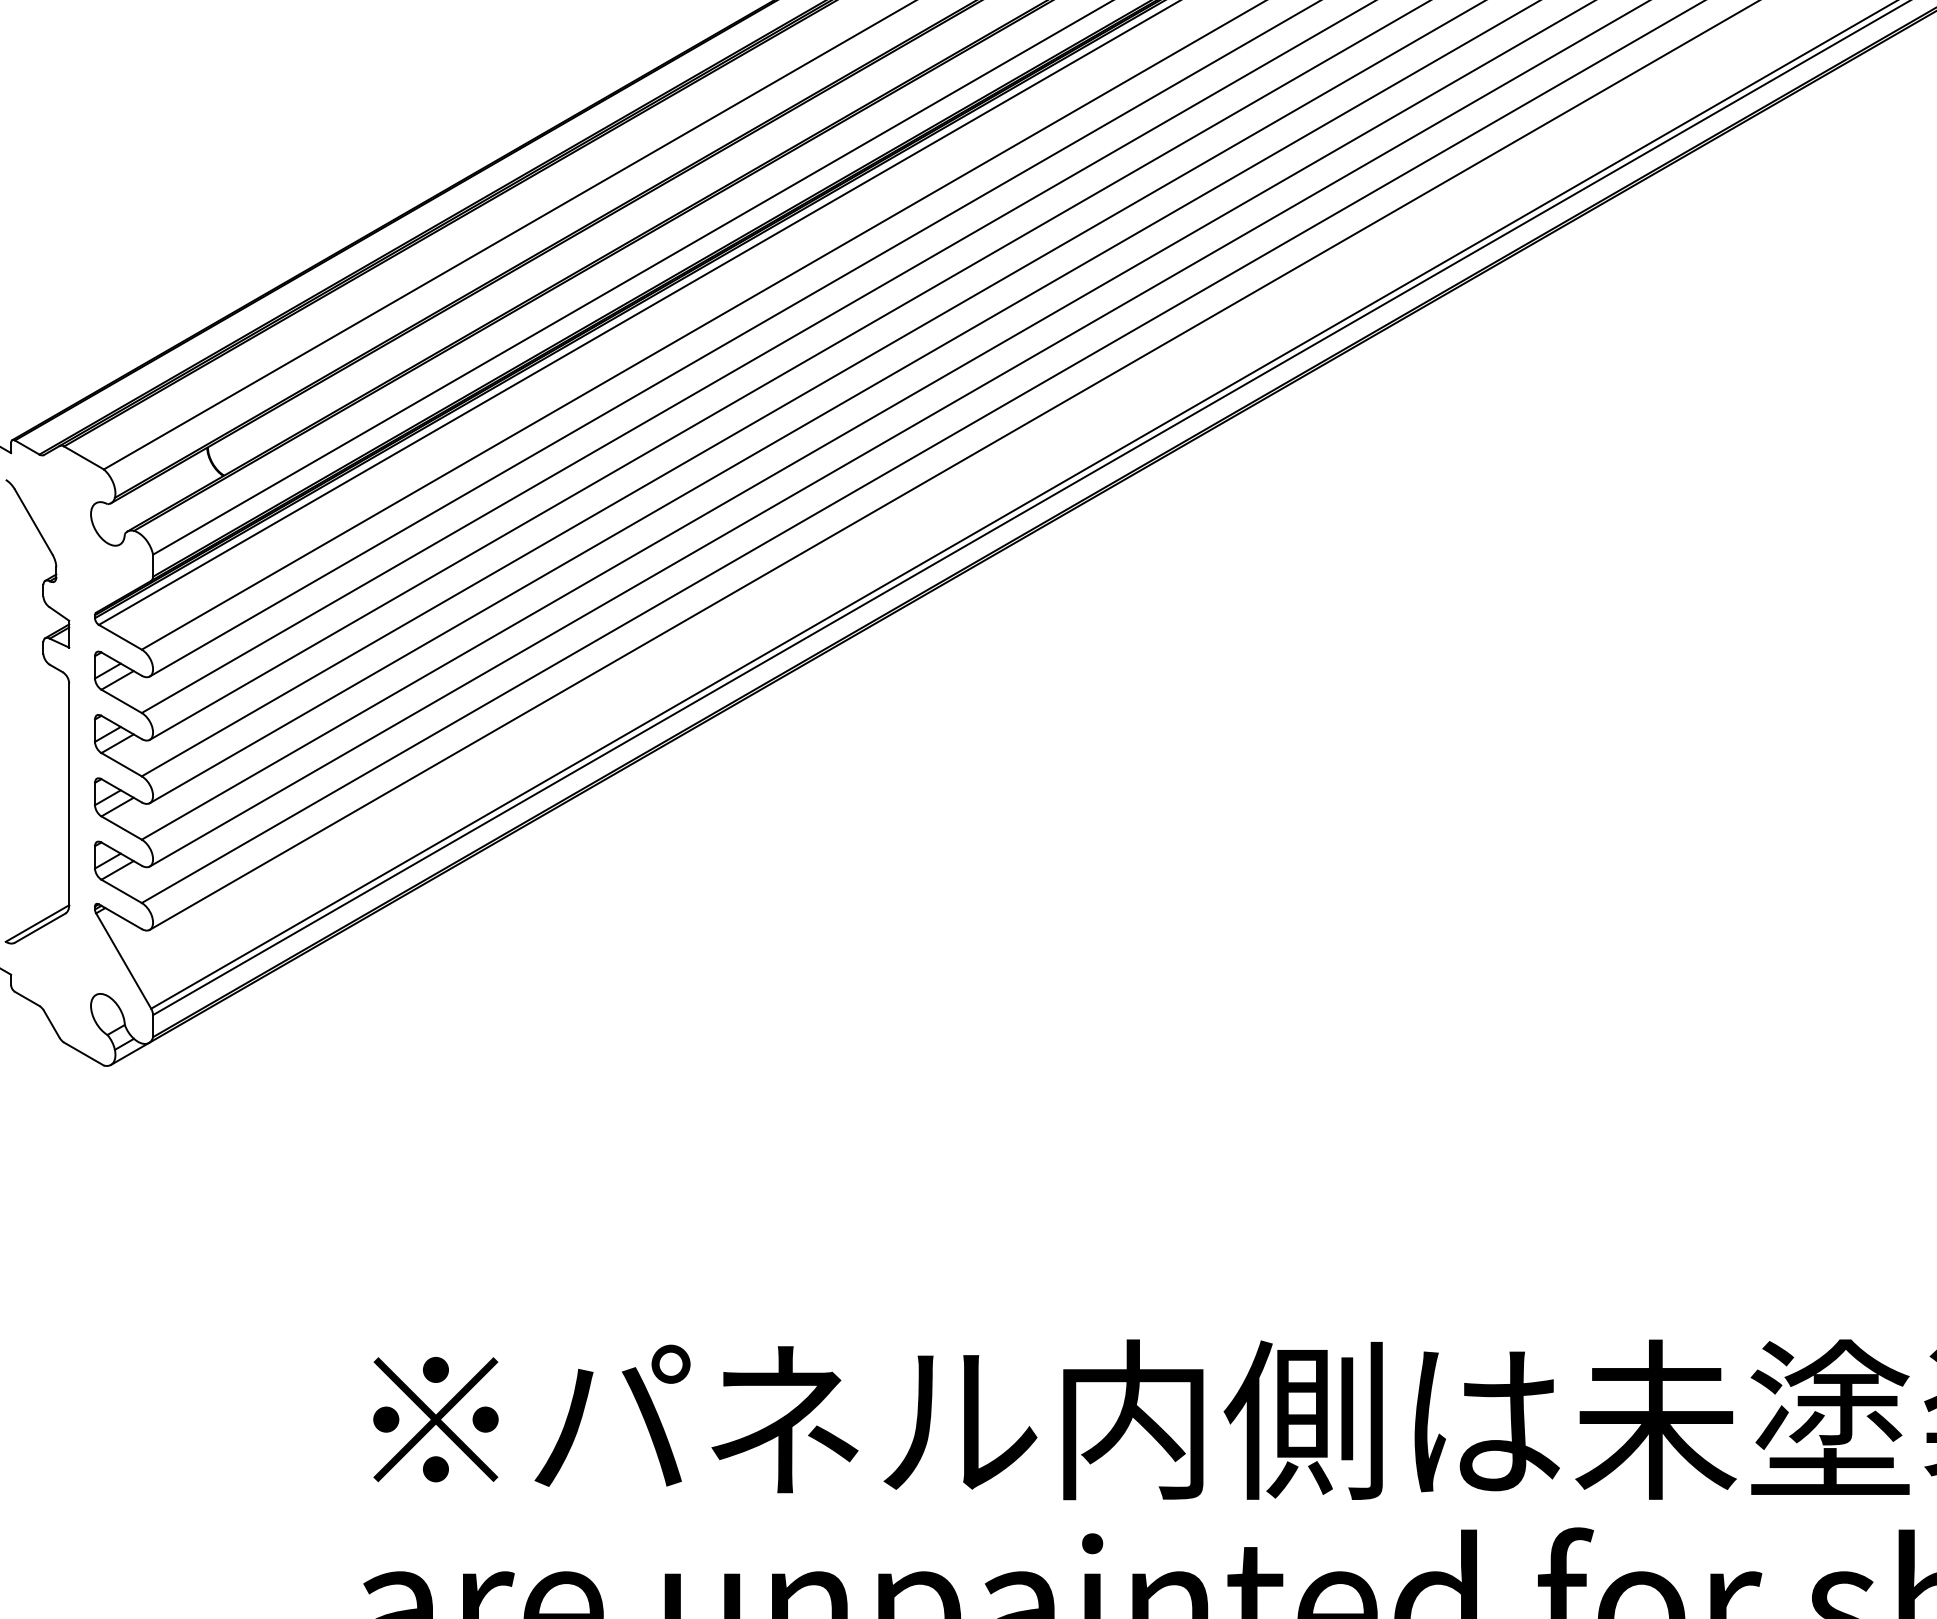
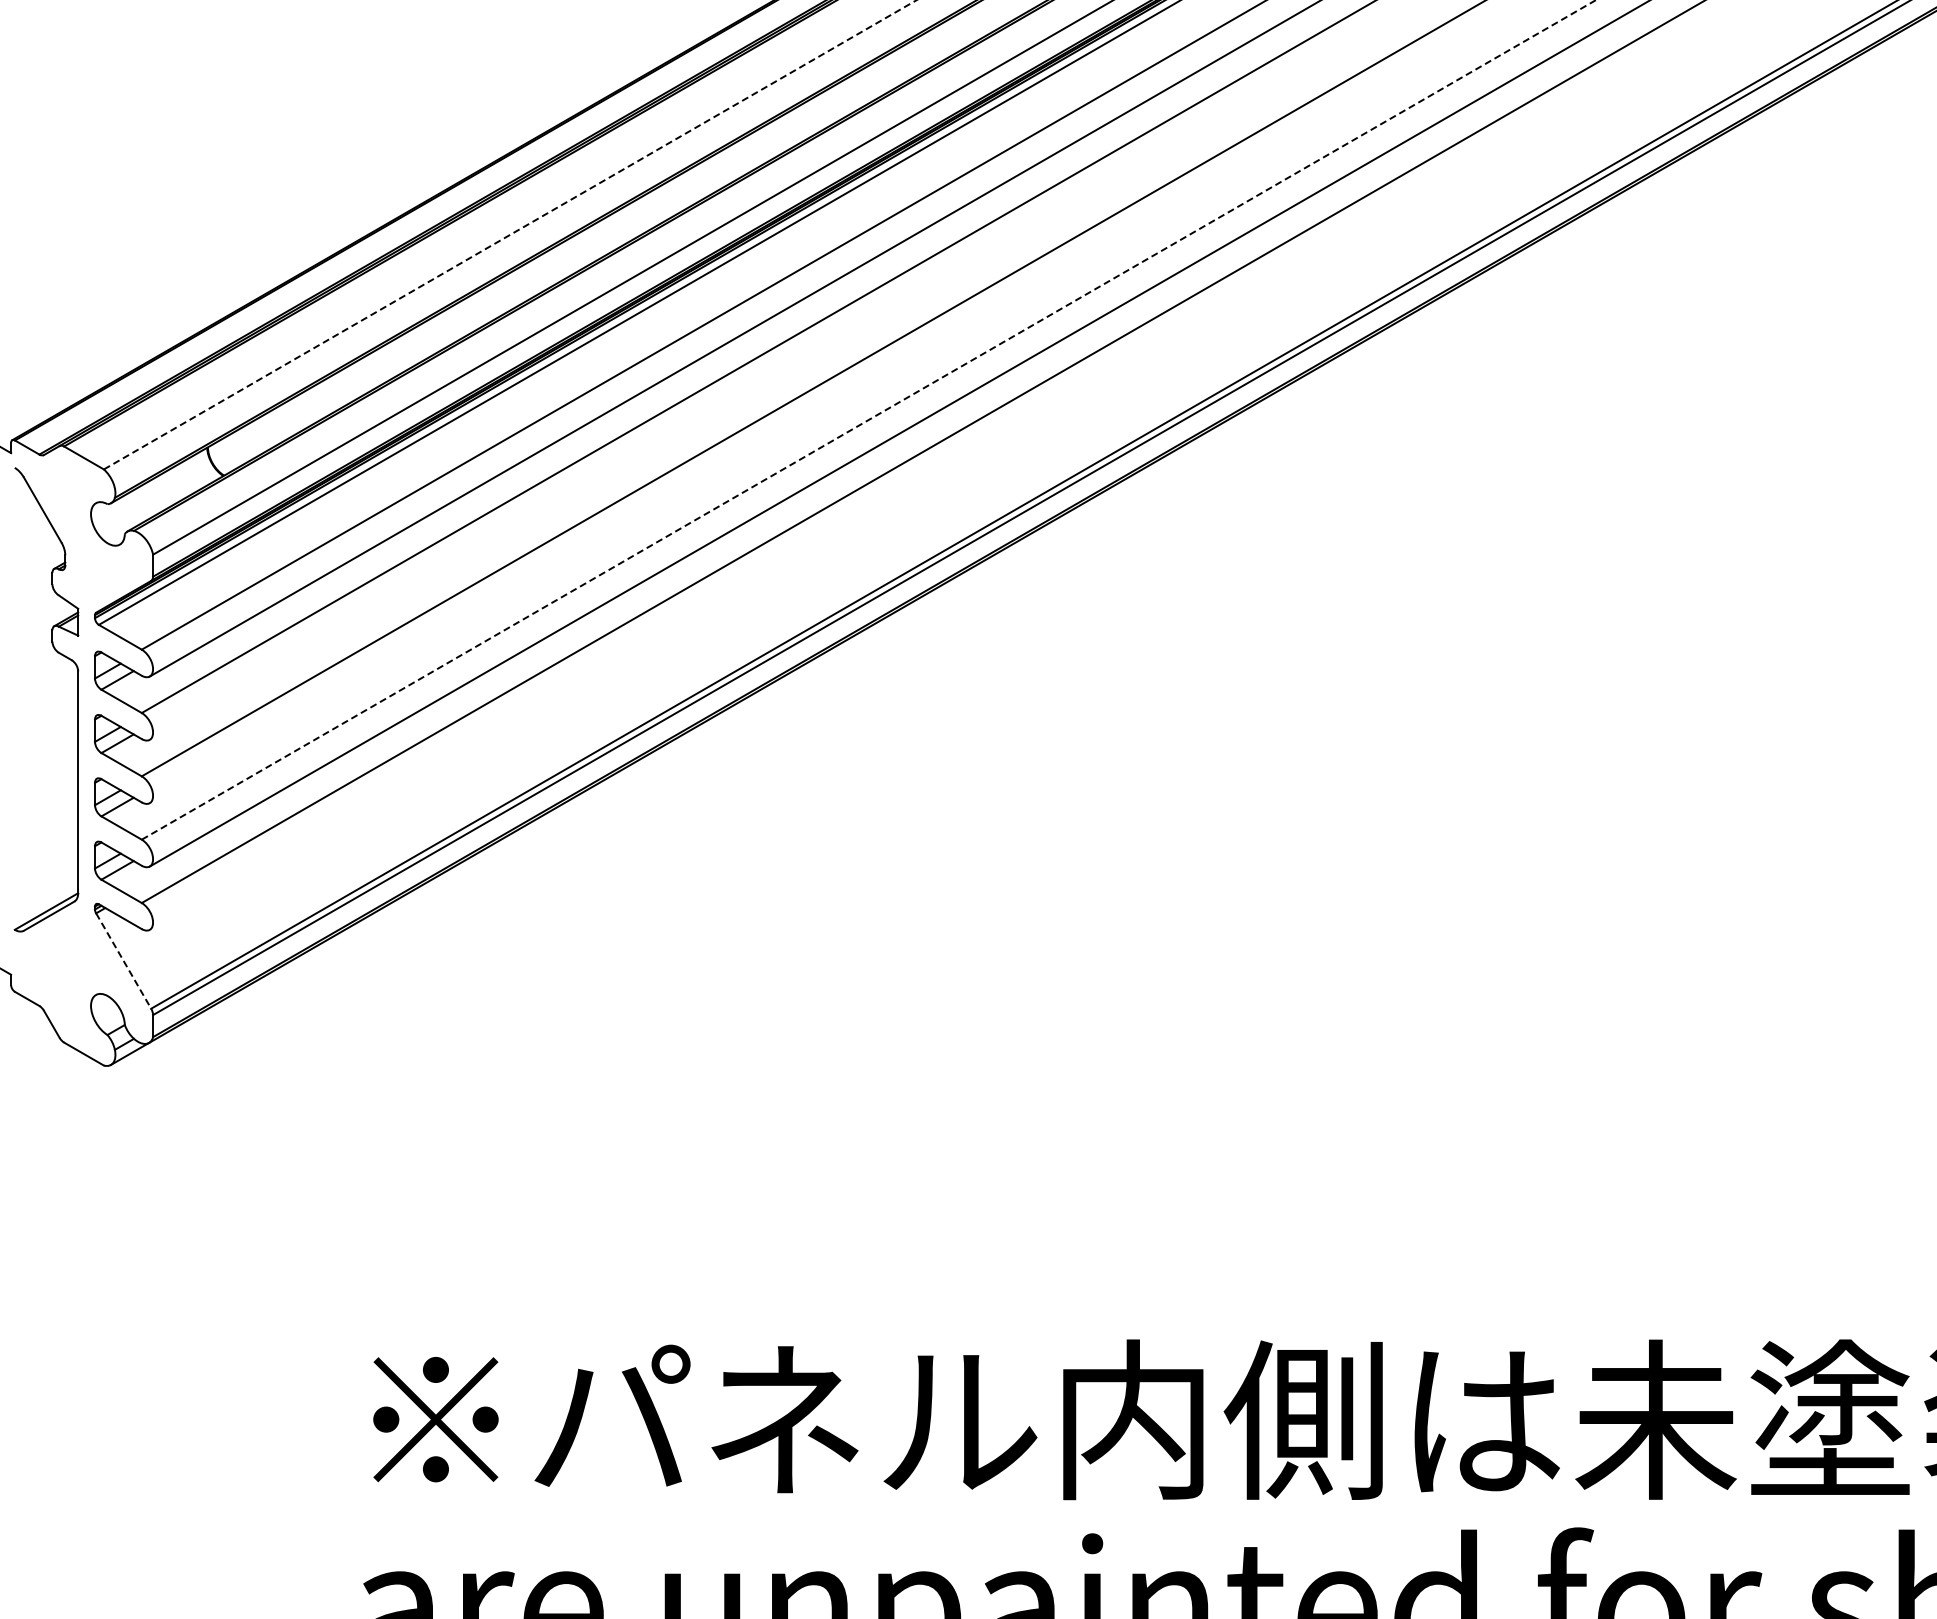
line at (510, 234): solid -> dashed
line at (788, 370): present -> none
line at (843, 402): present -> none
line at (869, 419): solid -> dashed
line at (952, 465): present -> none
part at (68, 711) position: (68, 711) -> (77, 699)
line at (123, 961): solid -> dashed
